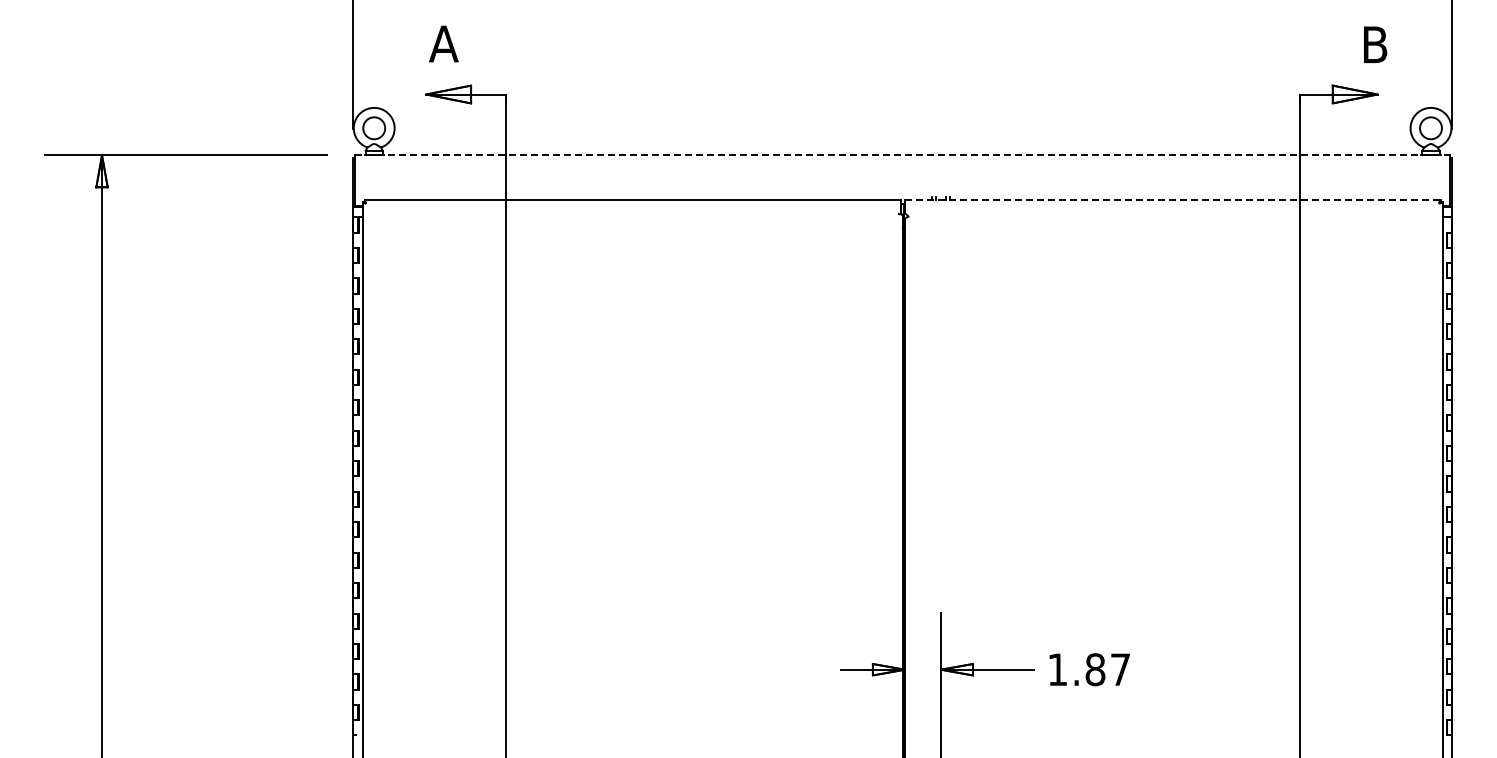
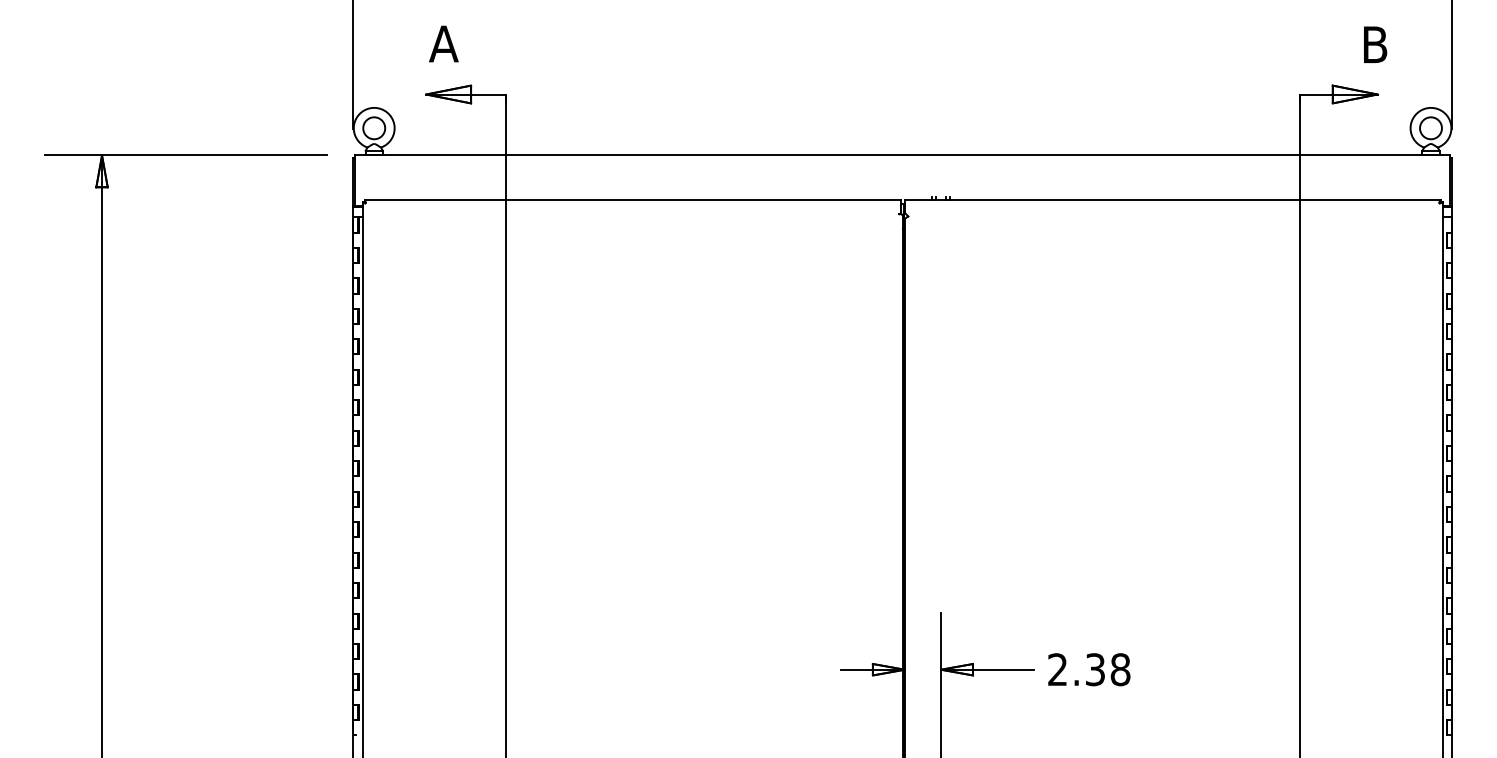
line at (903, 155): dashed -> solid
line at (1172, 200): dashed -> solid
text at (1089, 669): 1.87 -> 2.38
